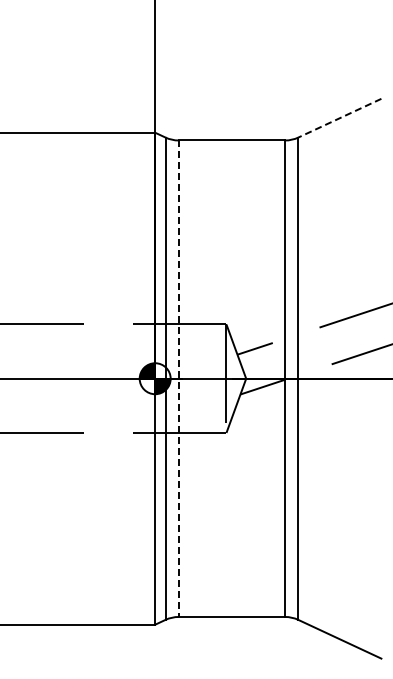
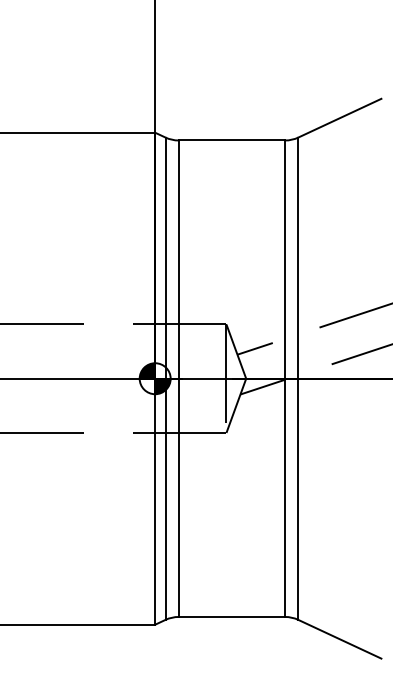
line at (339, 118): dashed -> solid
line at (178, 379): dashed -> solid
